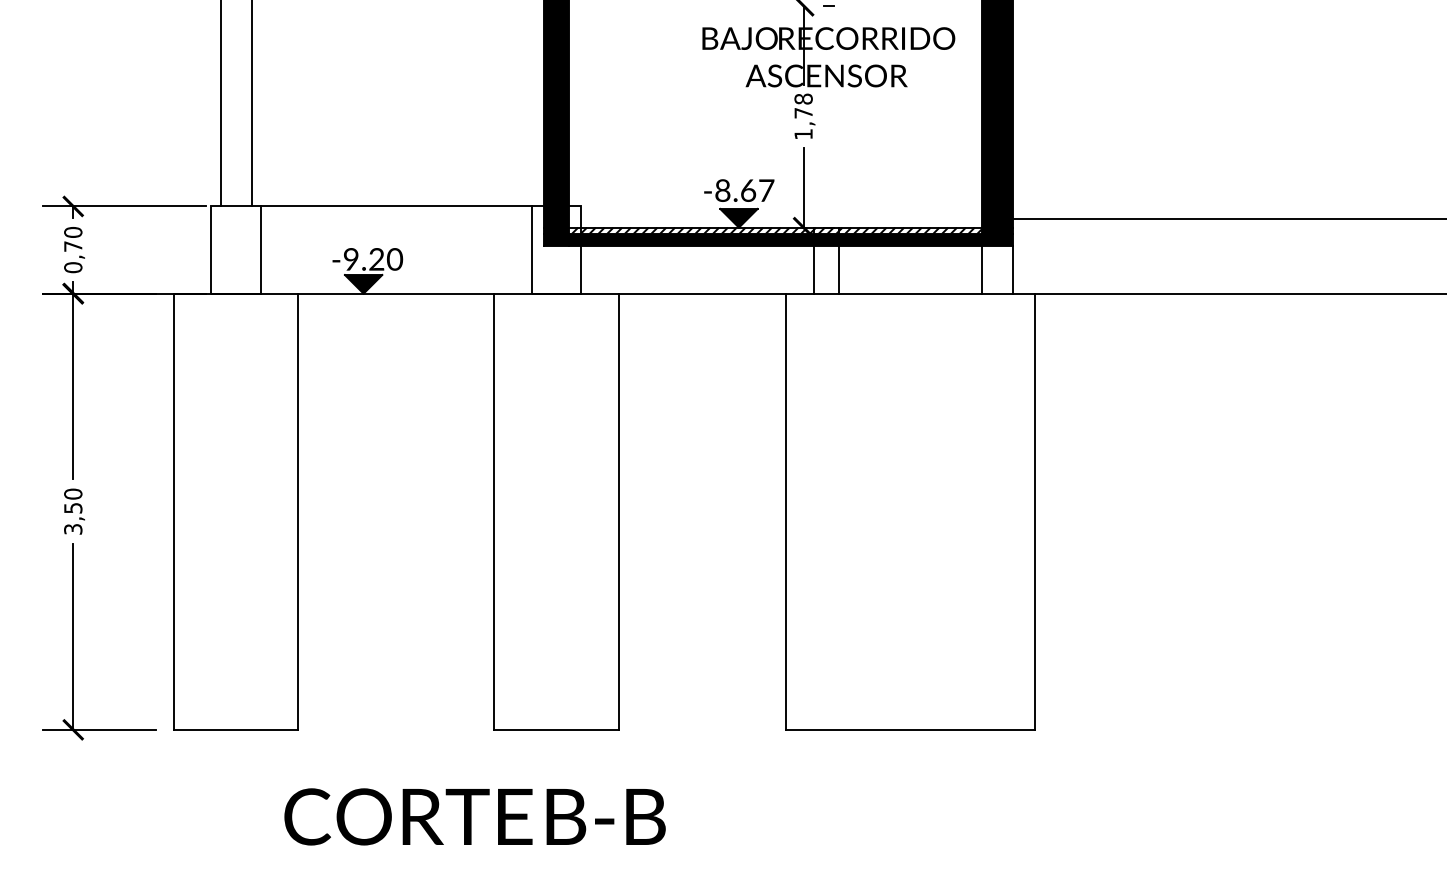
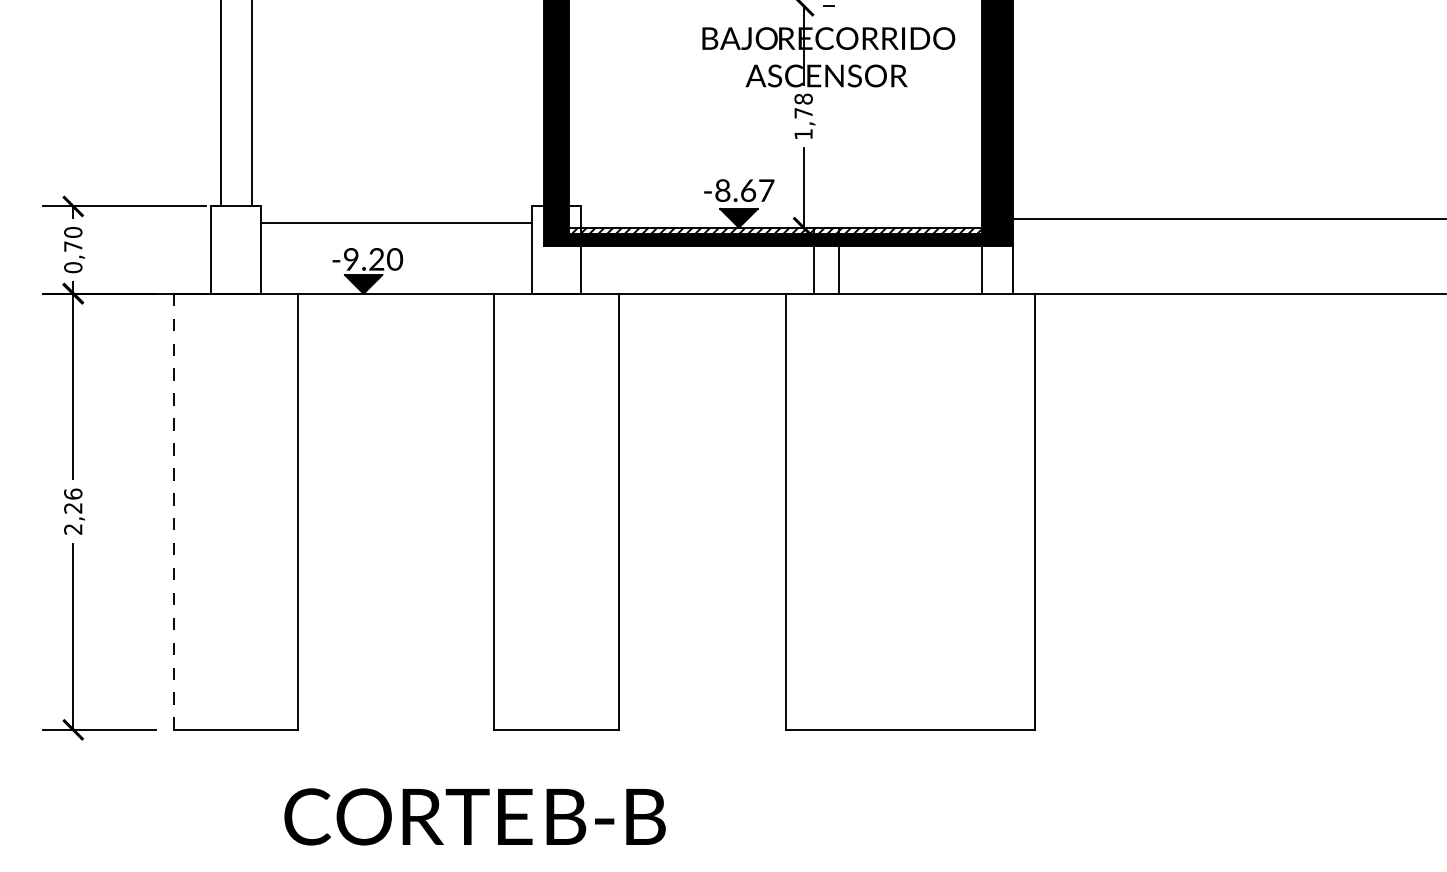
line at (396, 206) position: (396, 206) -> (396, 223)
text at (73, 511): 3,50 -> 2,26
line at (173, 512): solid -> dashed
